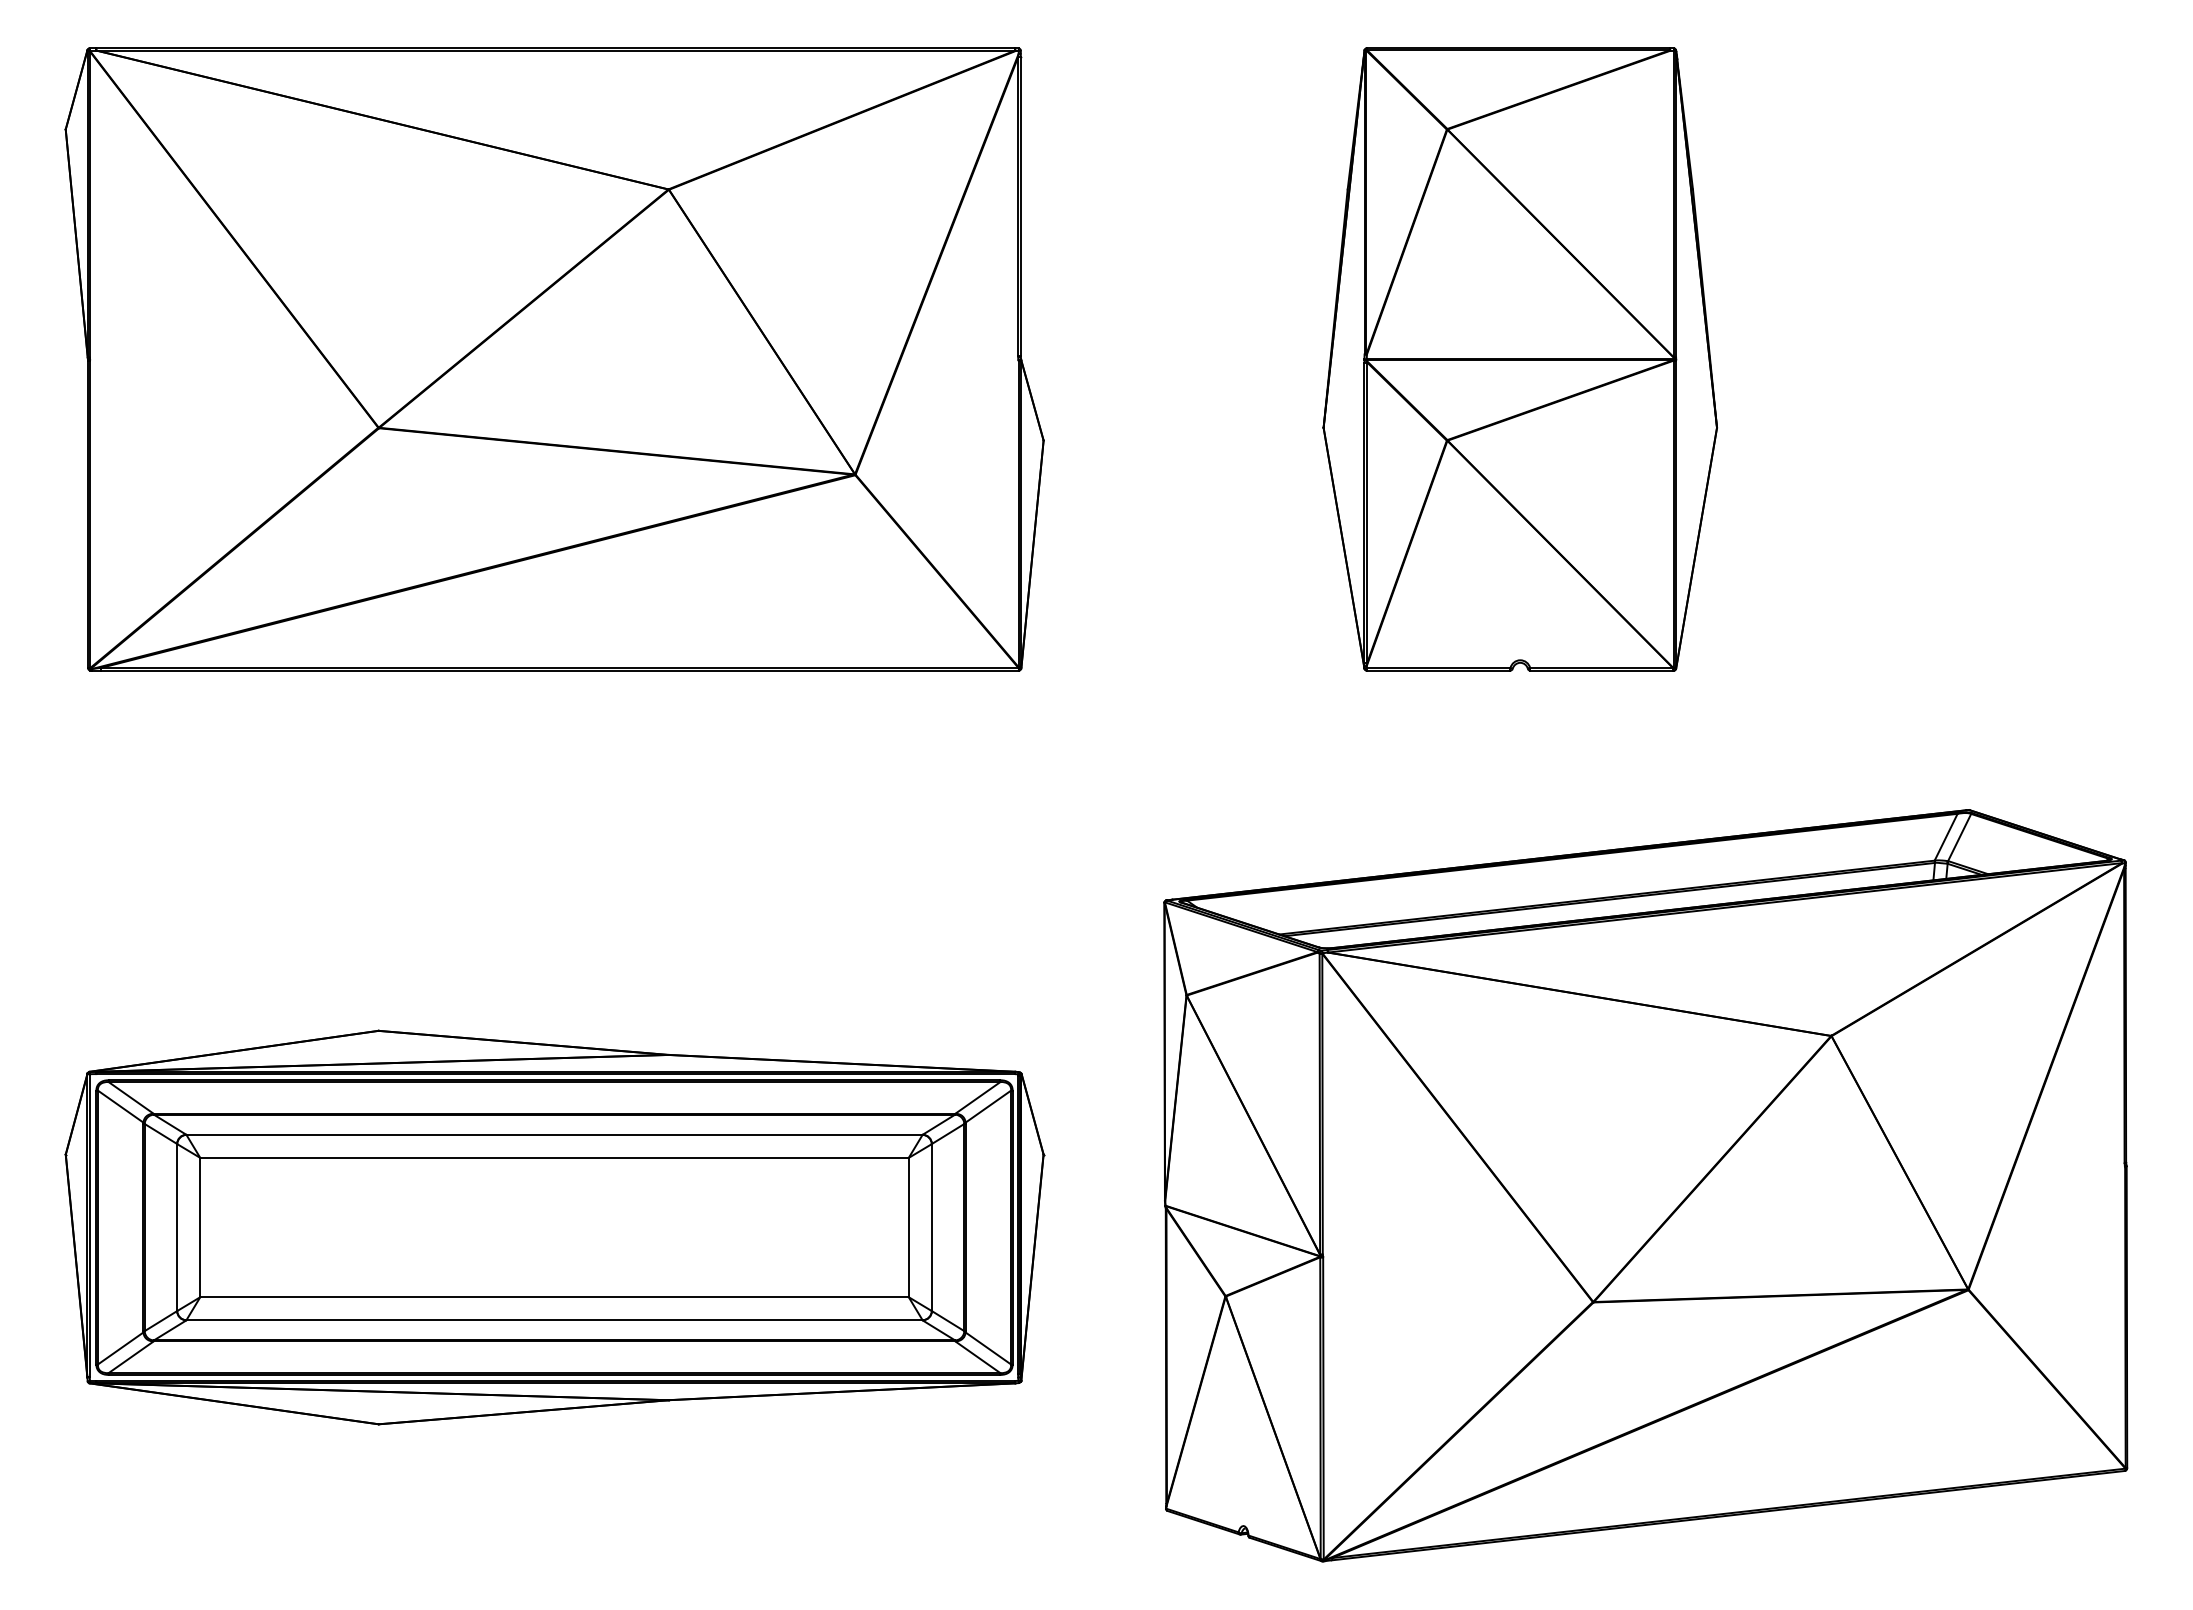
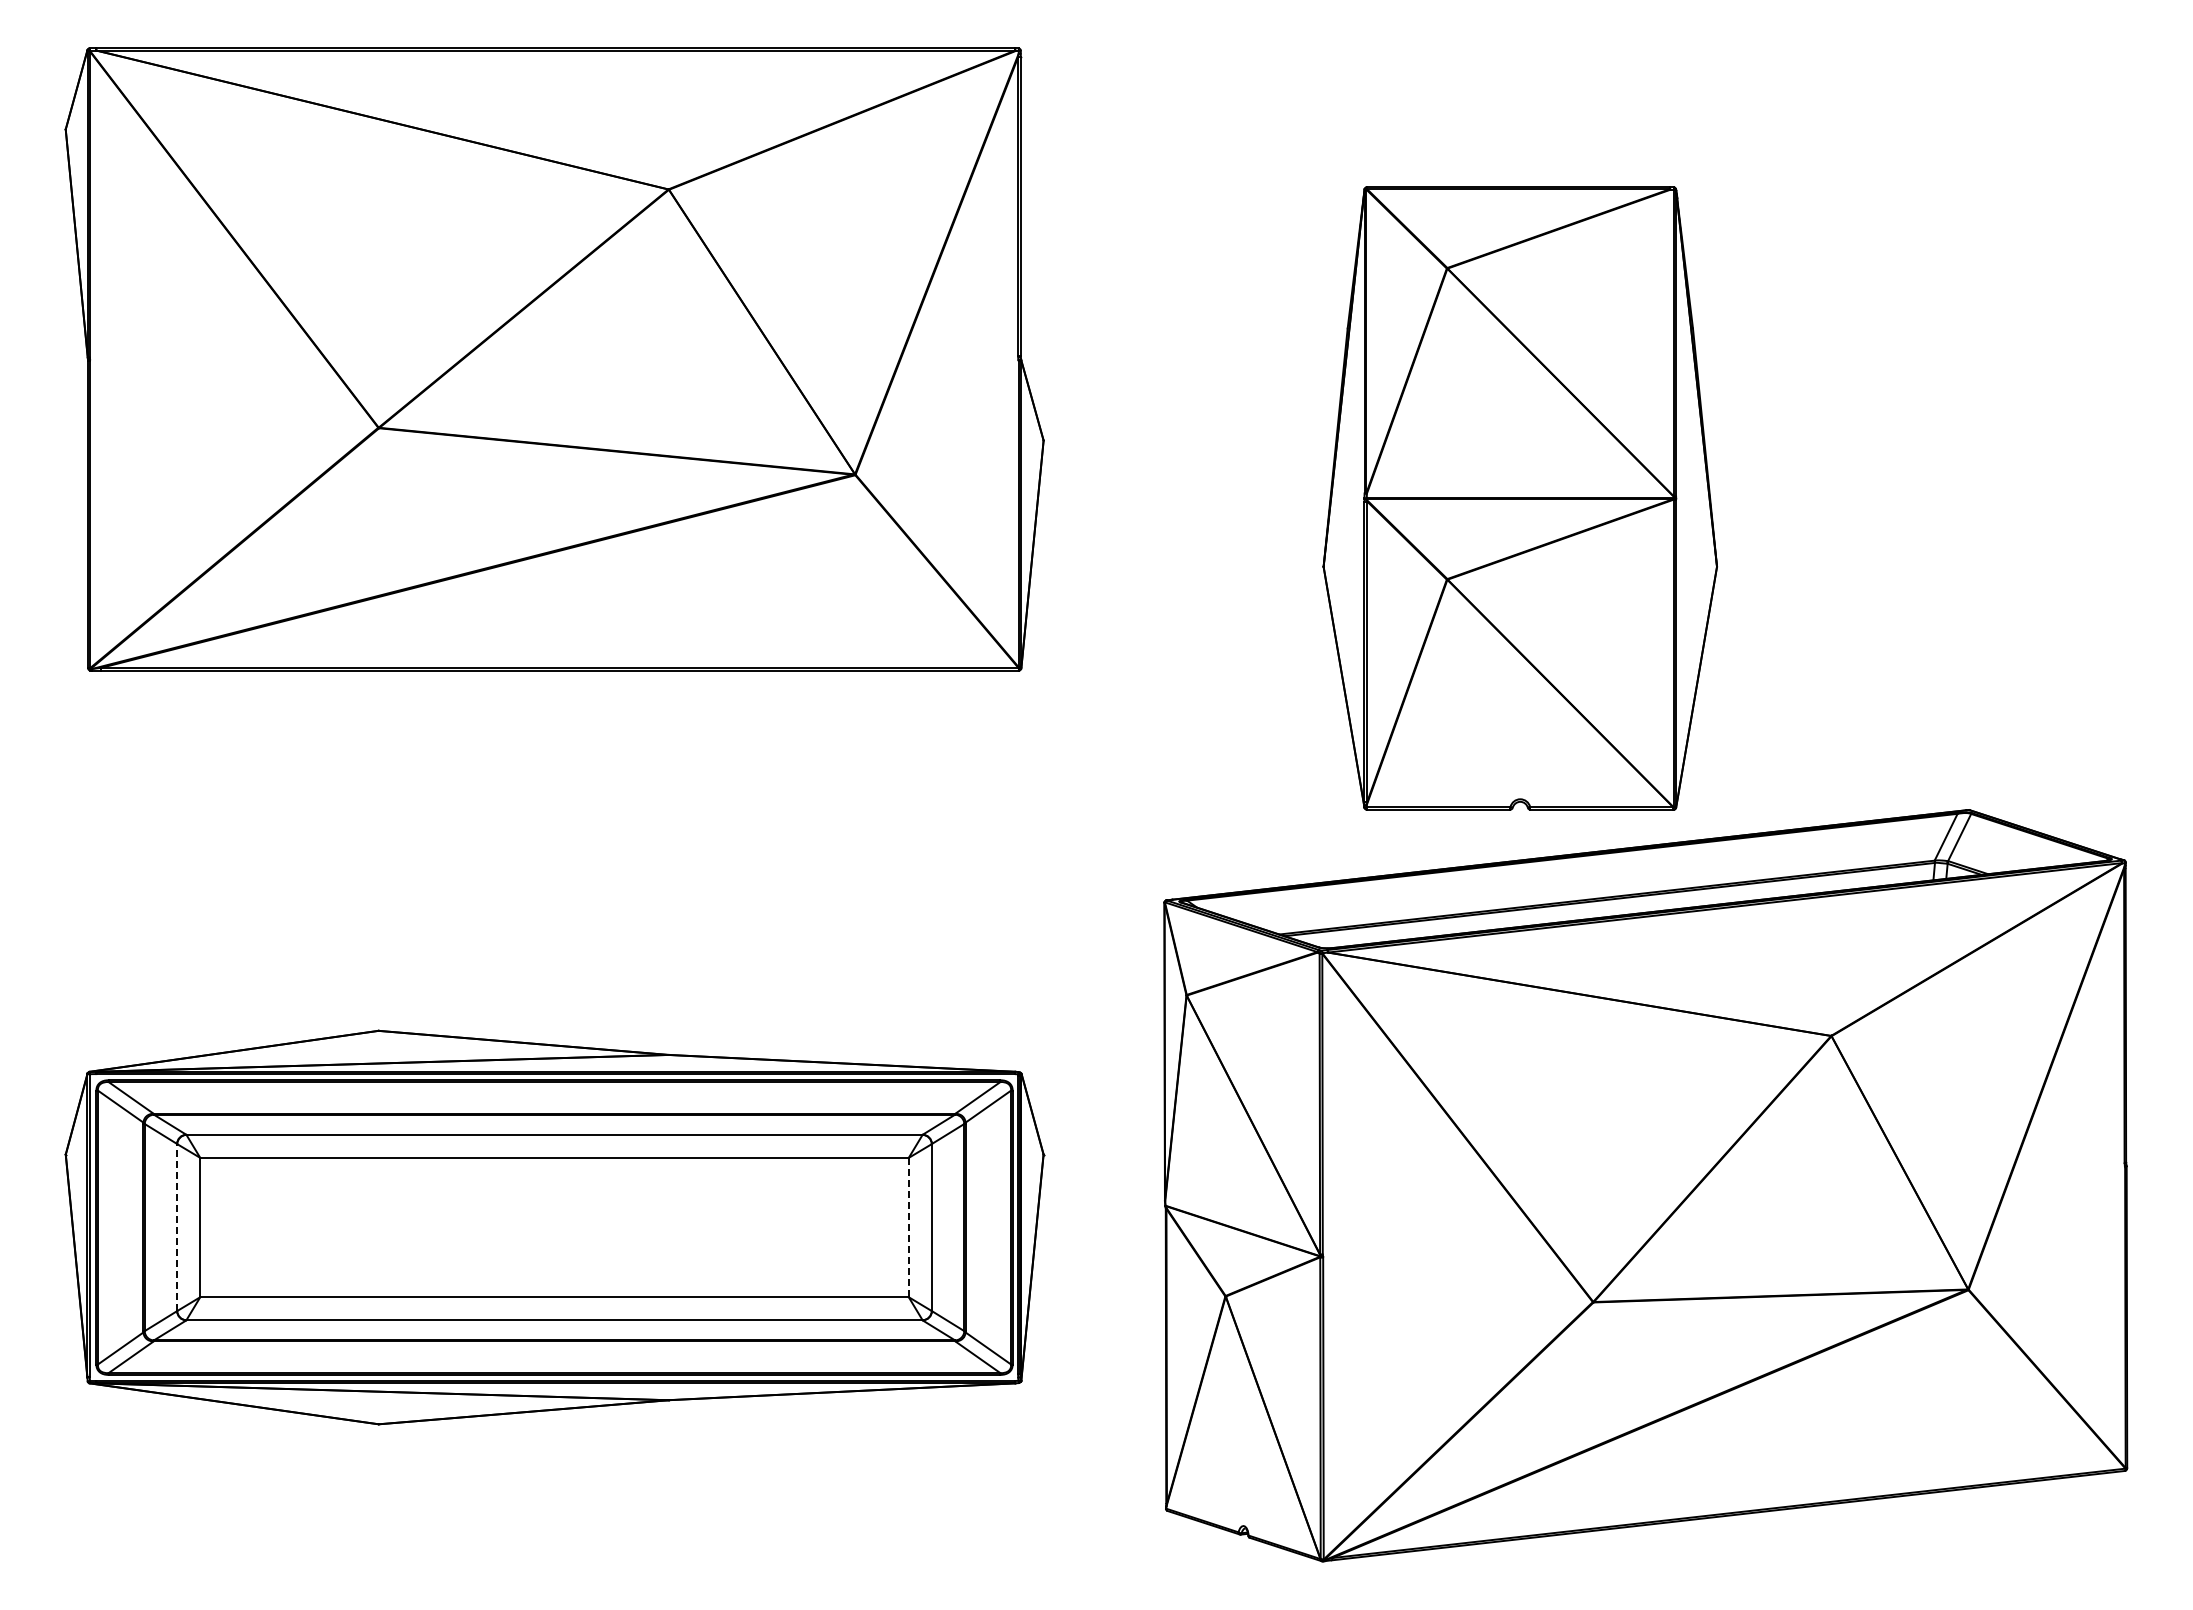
part at (1519, 359) position: (1519, 359) -> (1519, 498)
line at (177, 1227): solid -> dashed
line at (908, 1227): solid -> dashed
